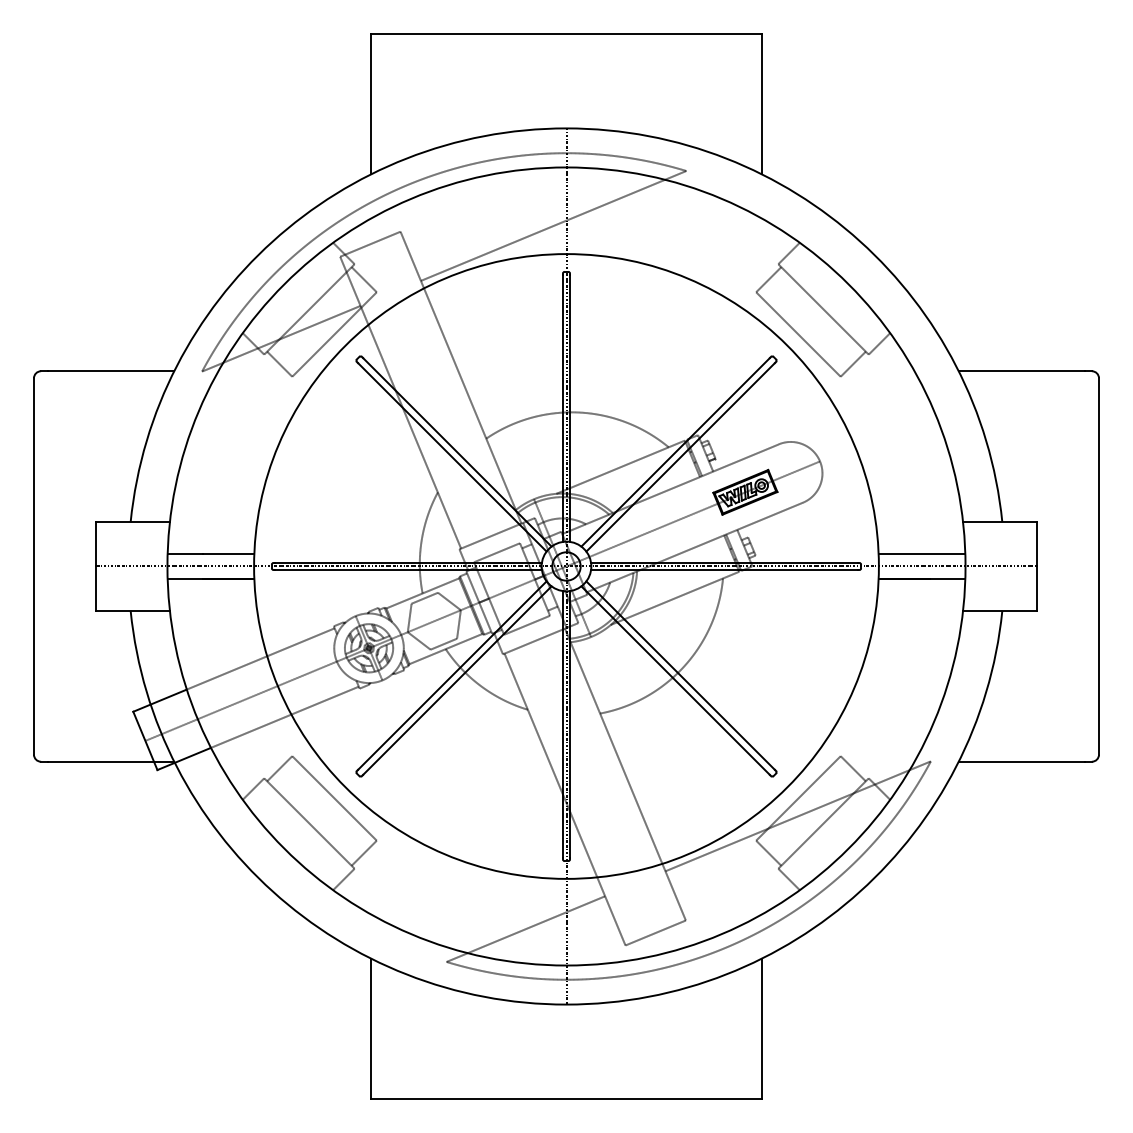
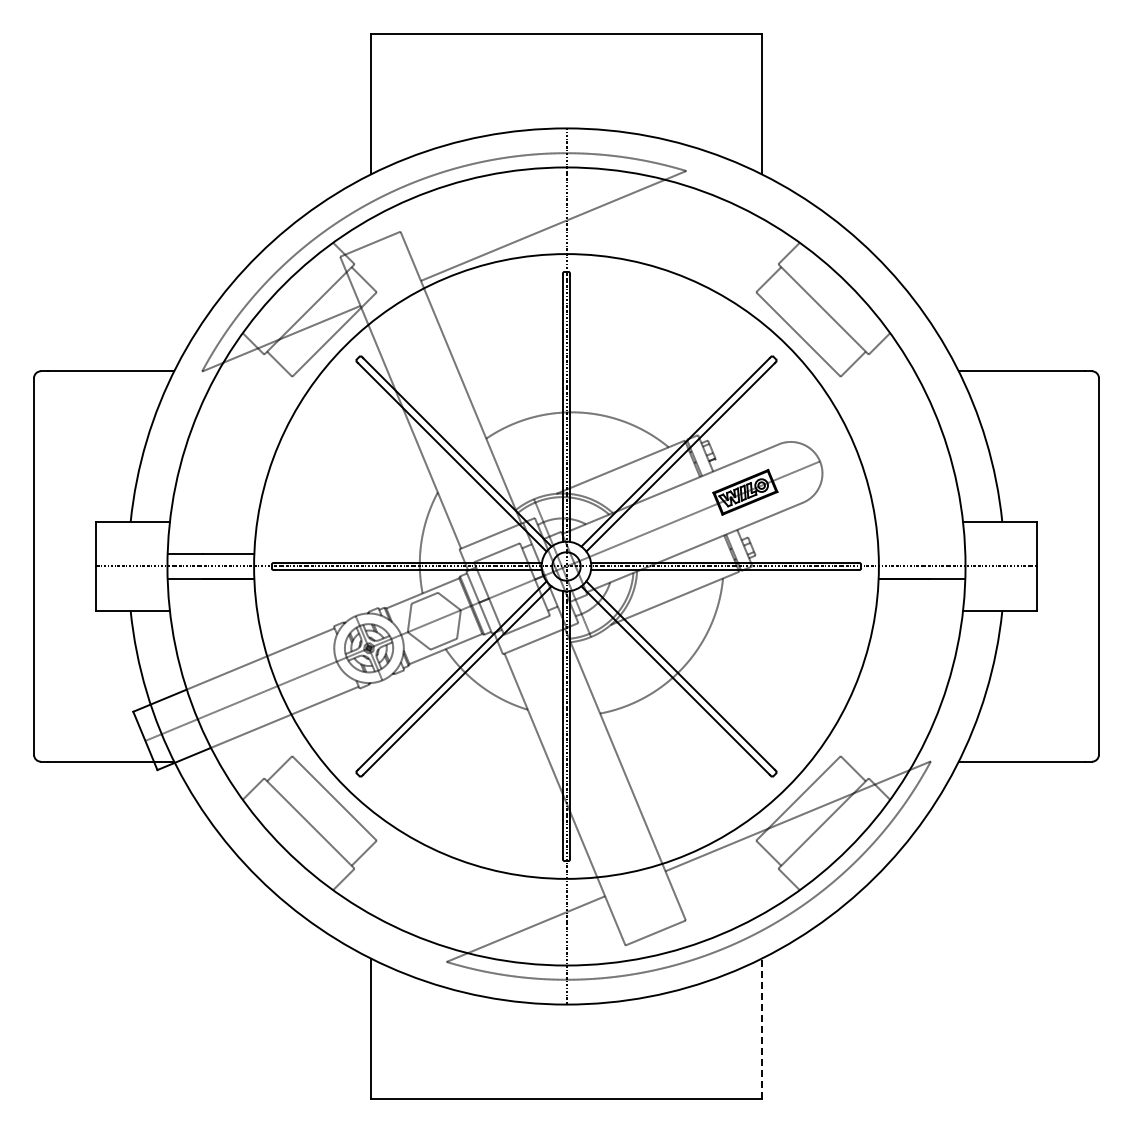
line at (921, 554): present -> none
line at (761, 1028): solid -> dashed
